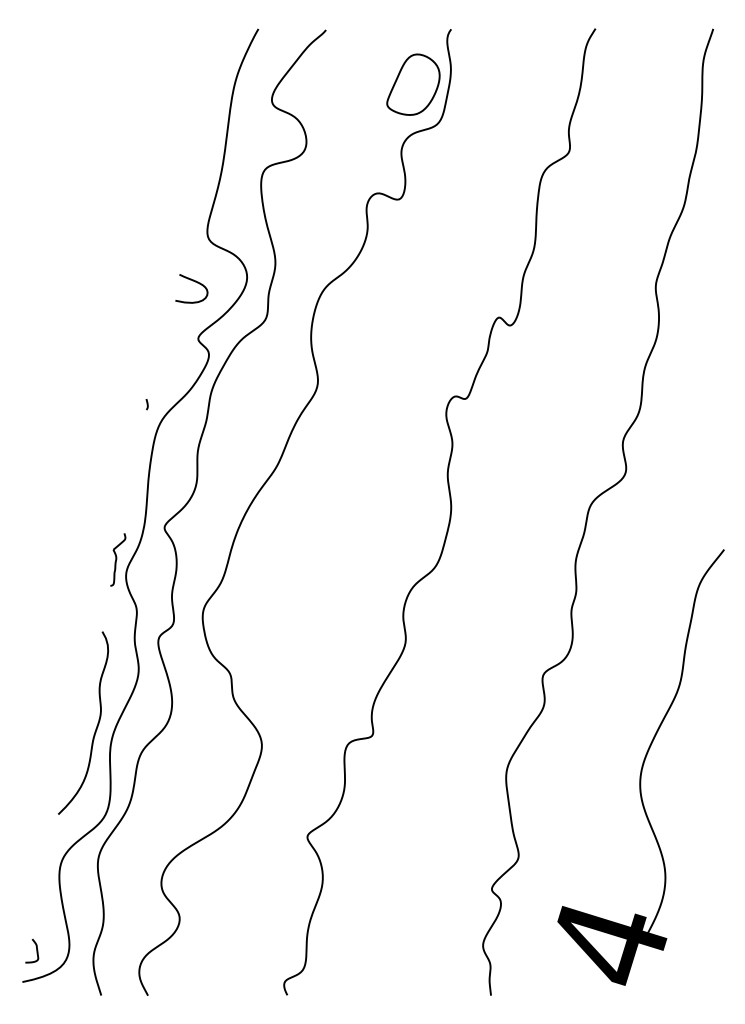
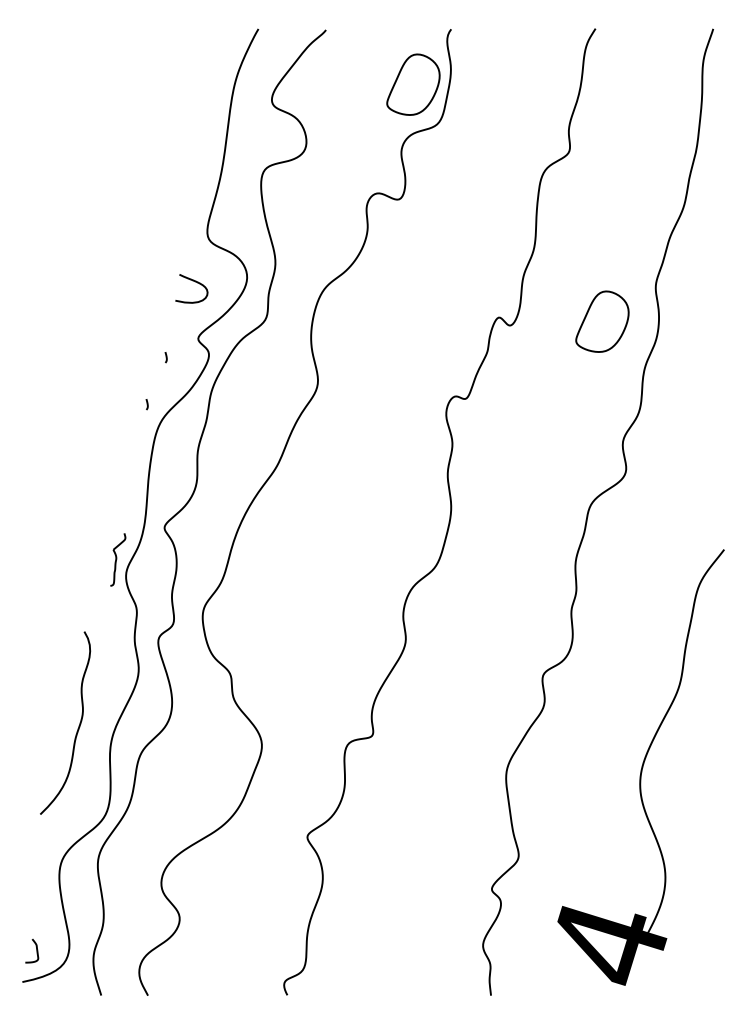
part at (602, 321): none -> present
curve at (165, 357): none -> present
curve at (96, 725) position: (96, 725) -> (78, 725)
